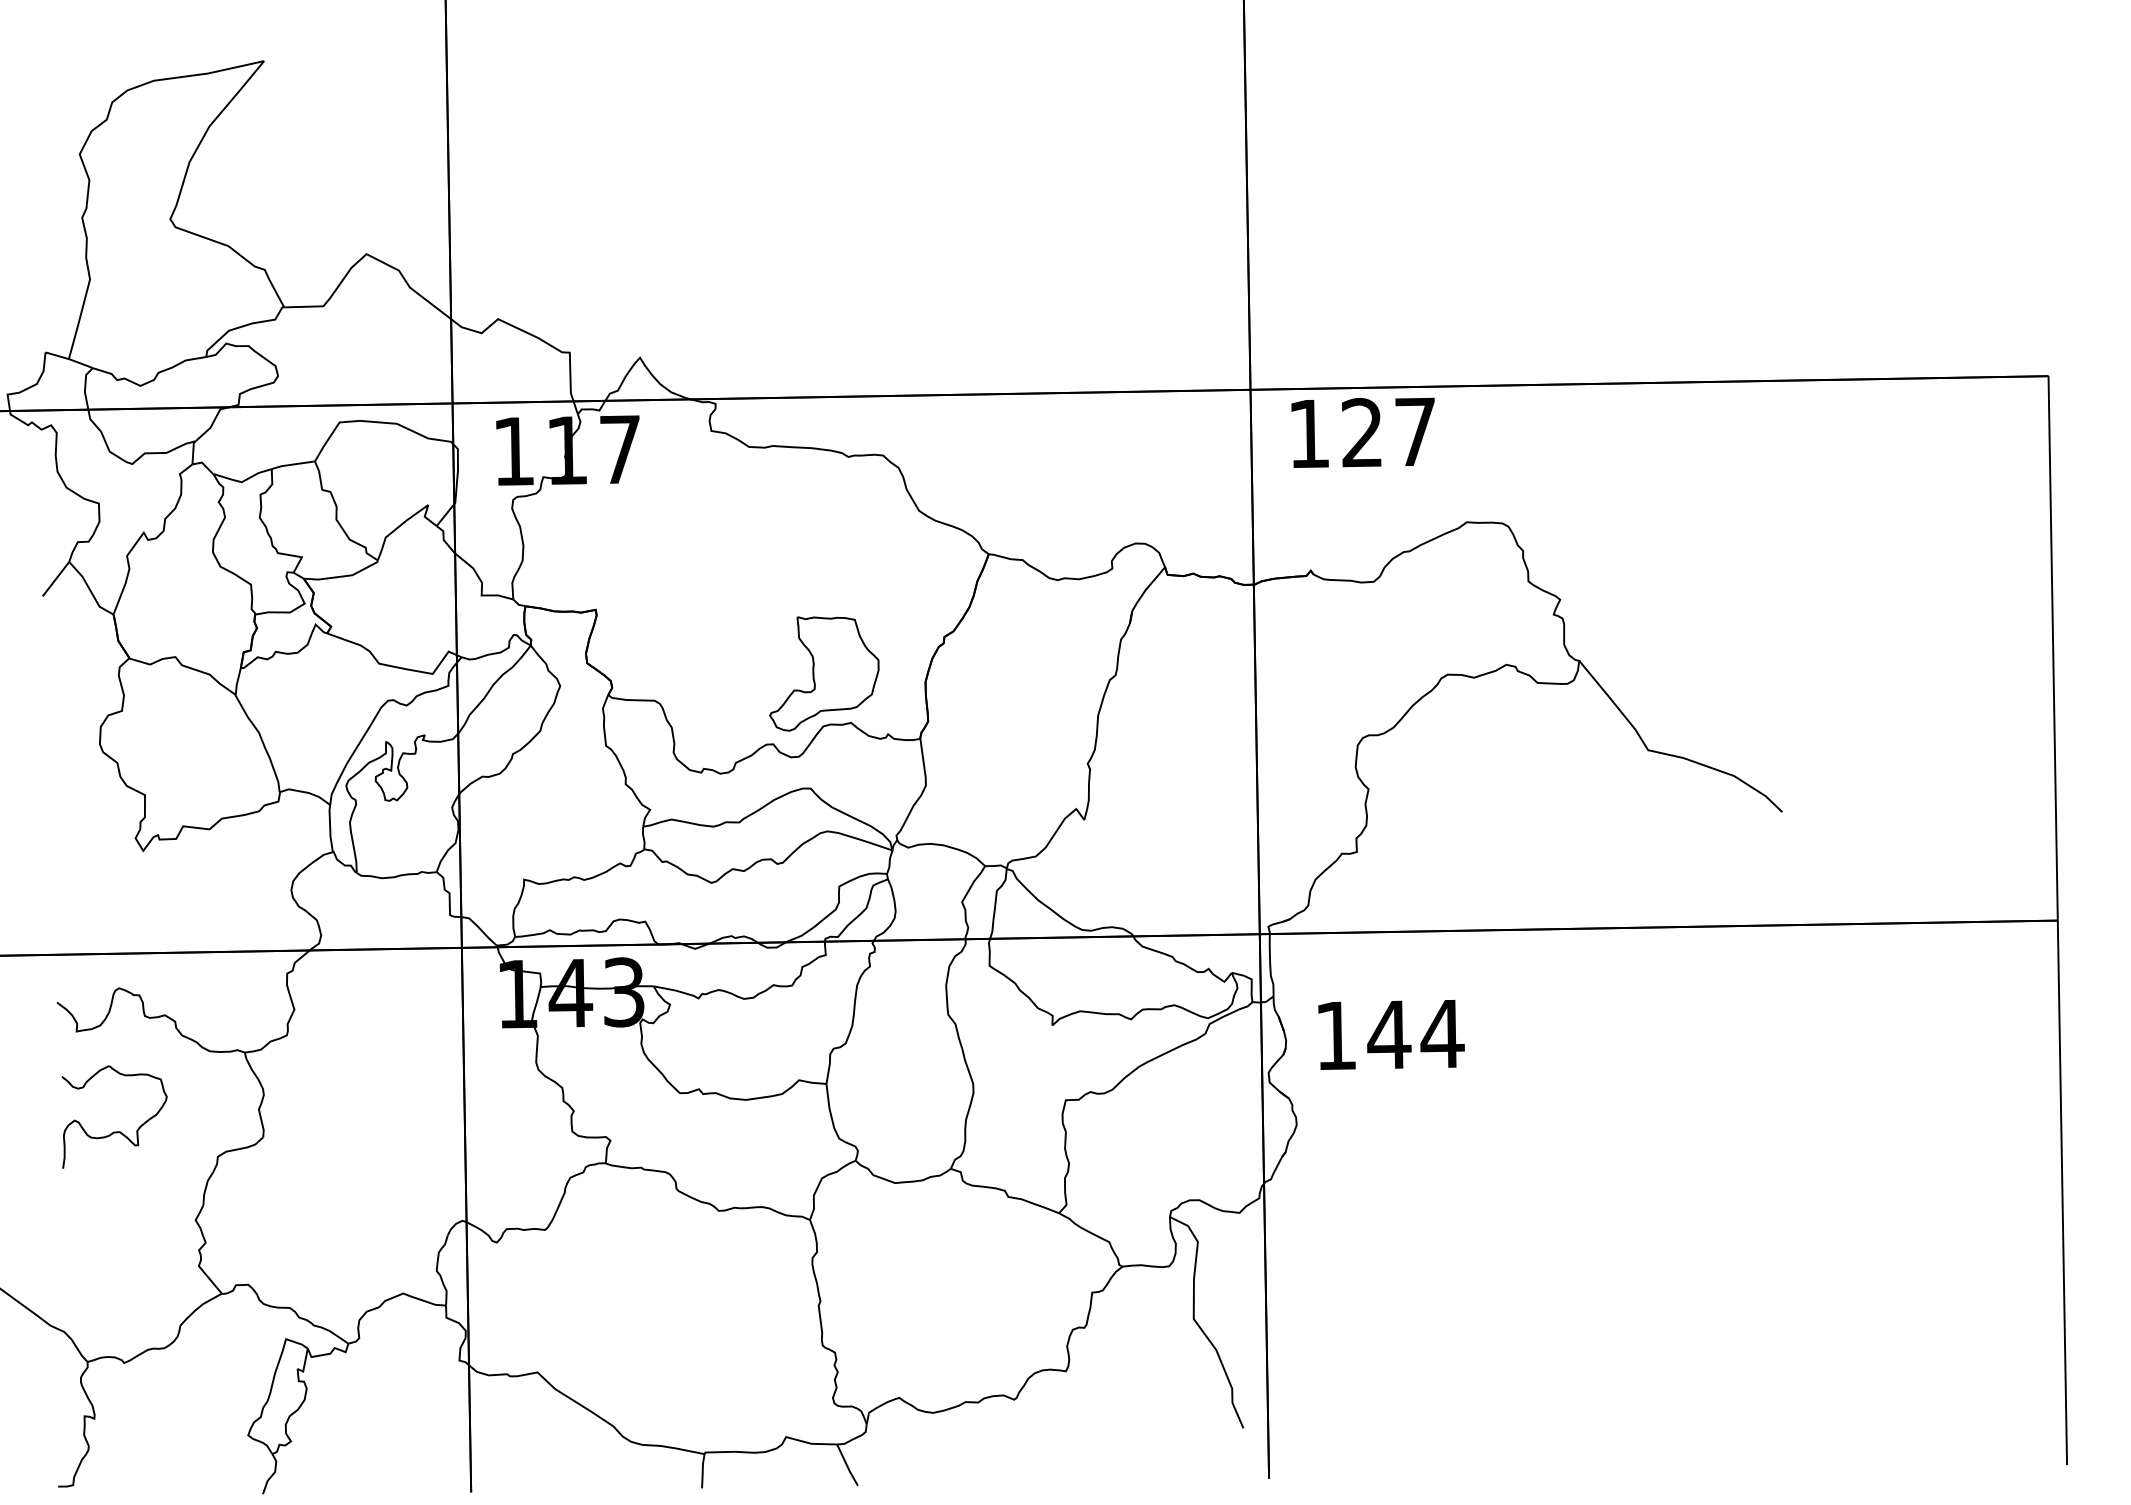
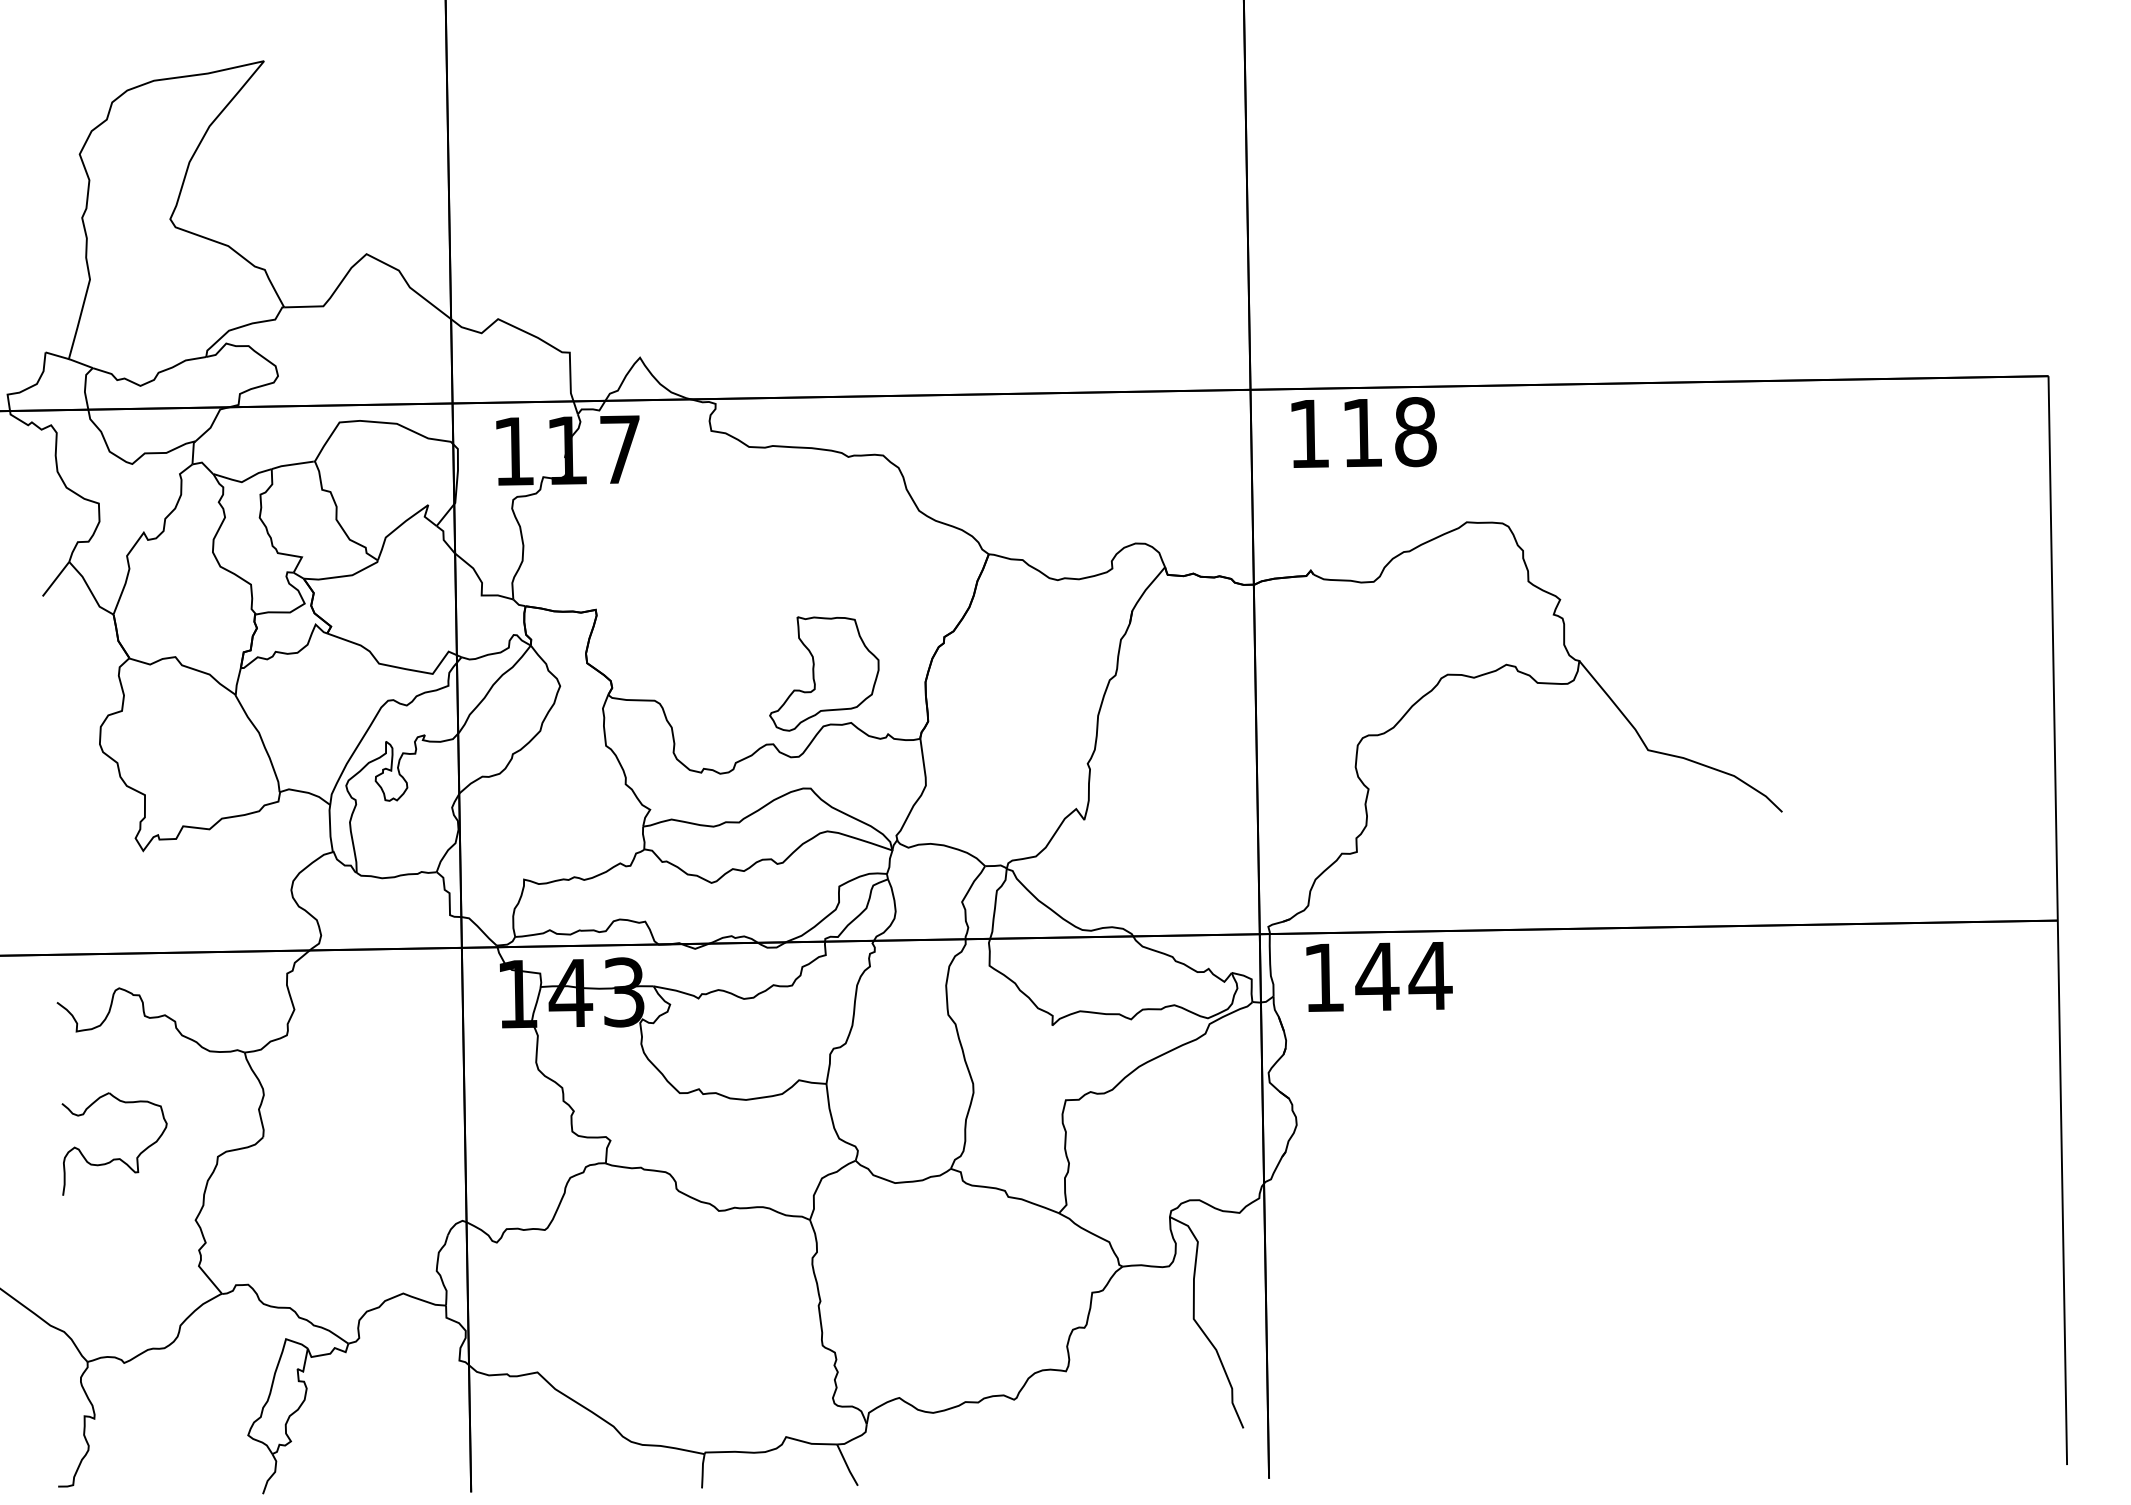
text at (1389, 432): 127 -> 118
text at (1391, 1034) position: (1391, 1034) -> (1379, 976)
part at (114, 1131) position: (114, 1131) -> (114, 1158)
